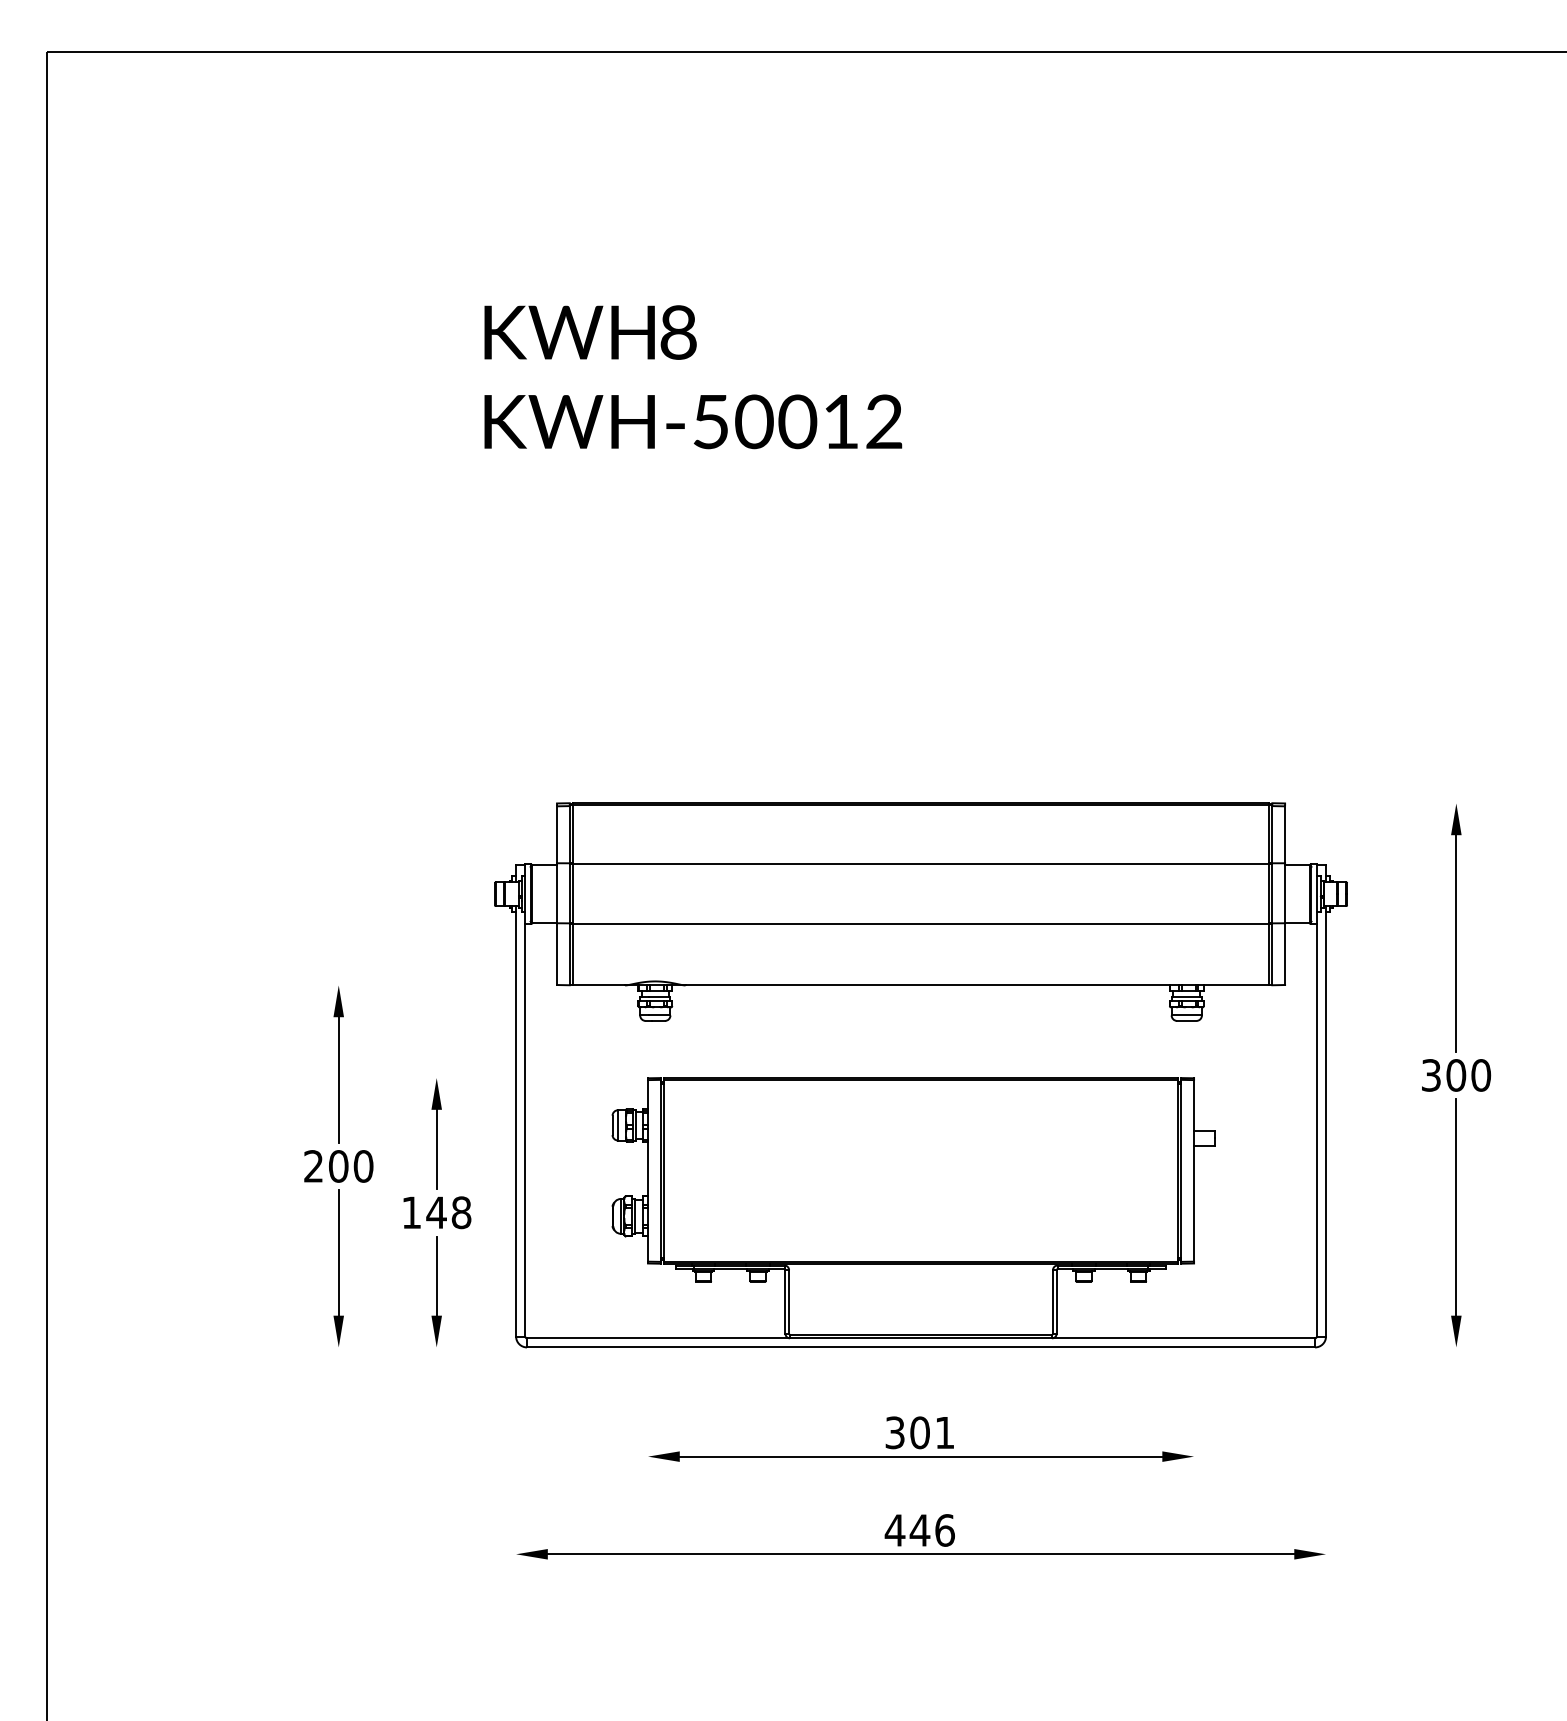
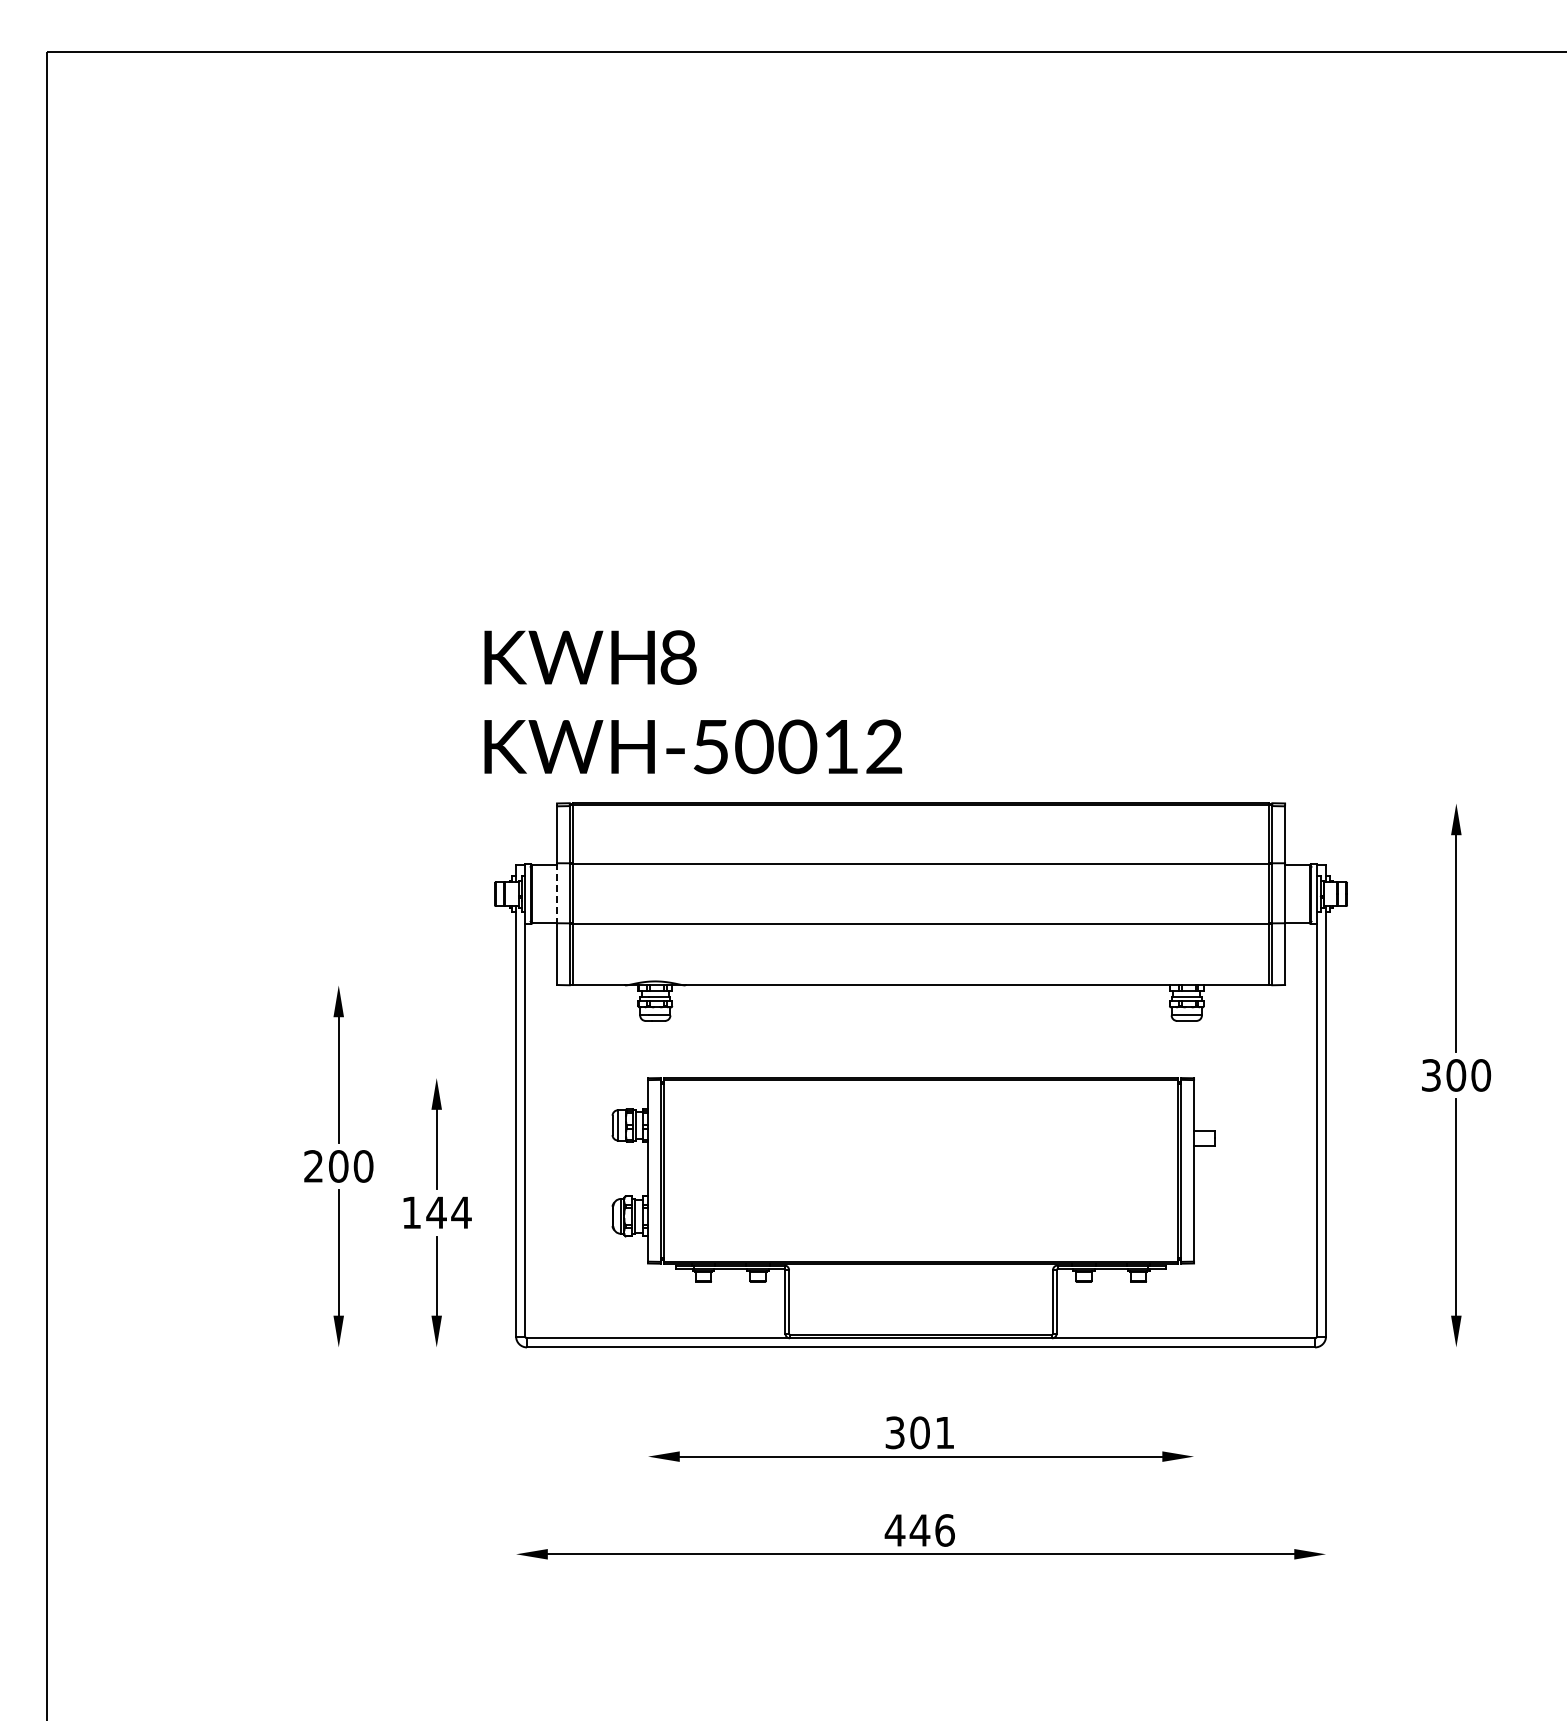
text at (693, 377) position: (693, 377) -> (693, 702)
line at (557, 893): solid -> dashed
text at (461, 1212): 148 -> 144
